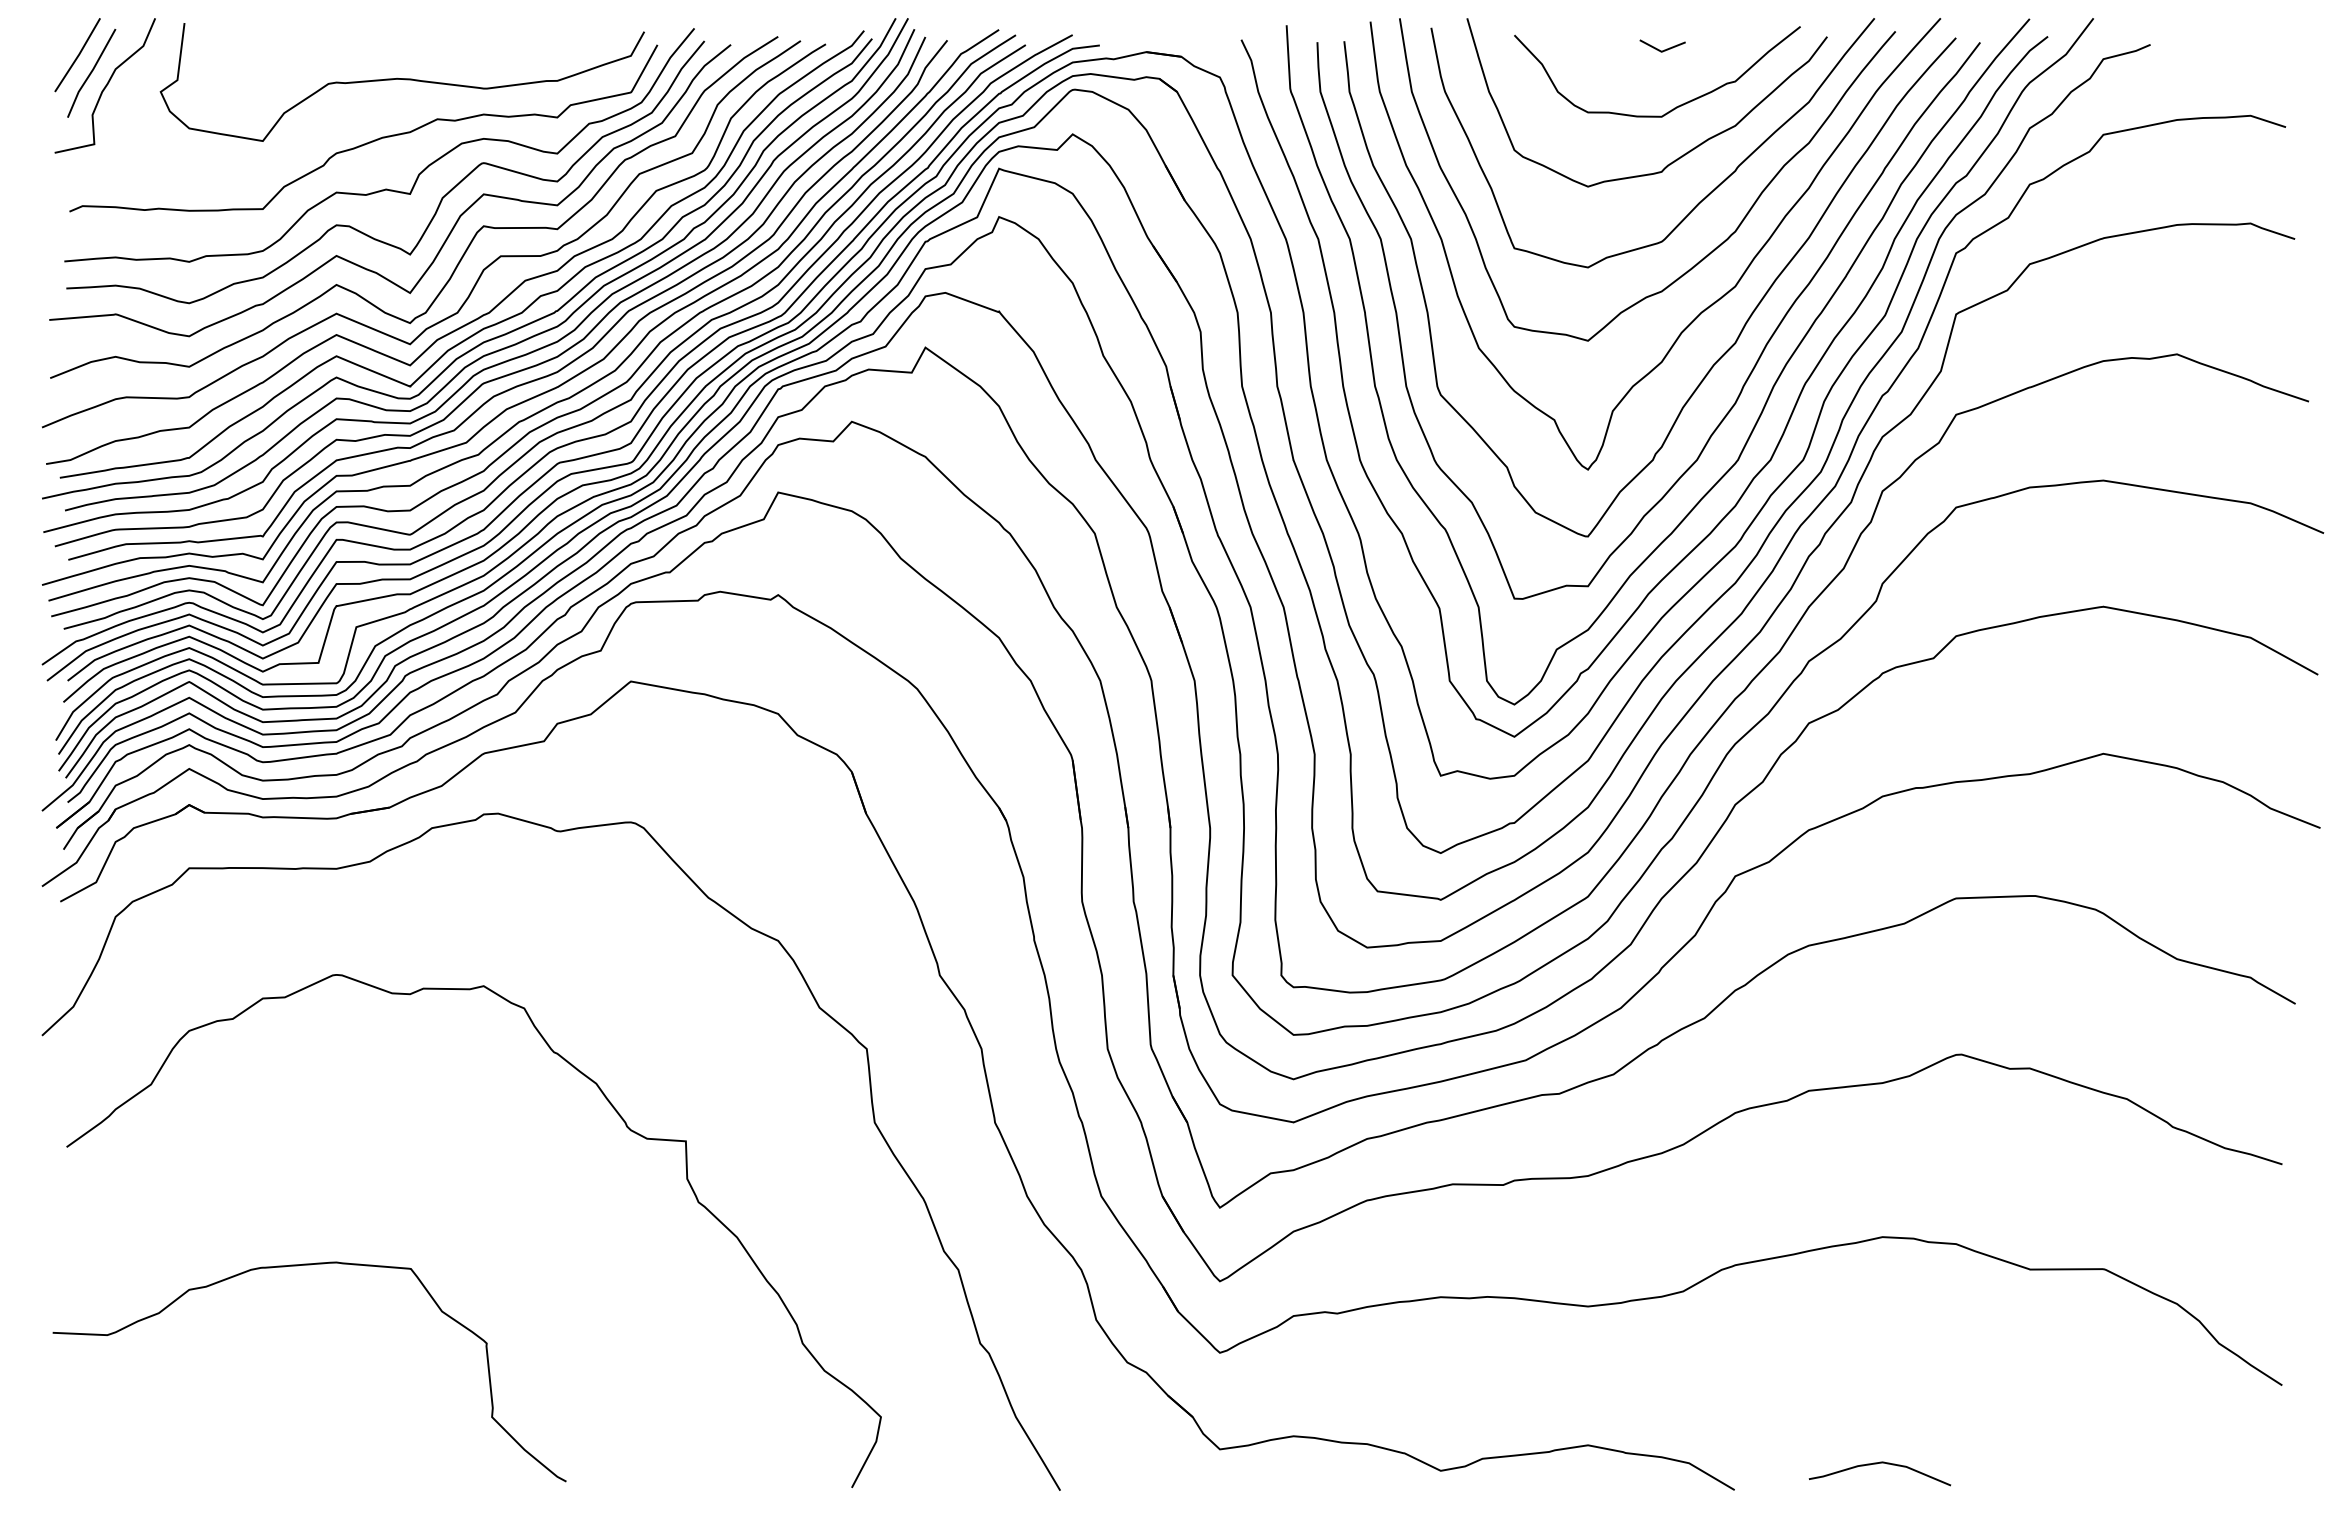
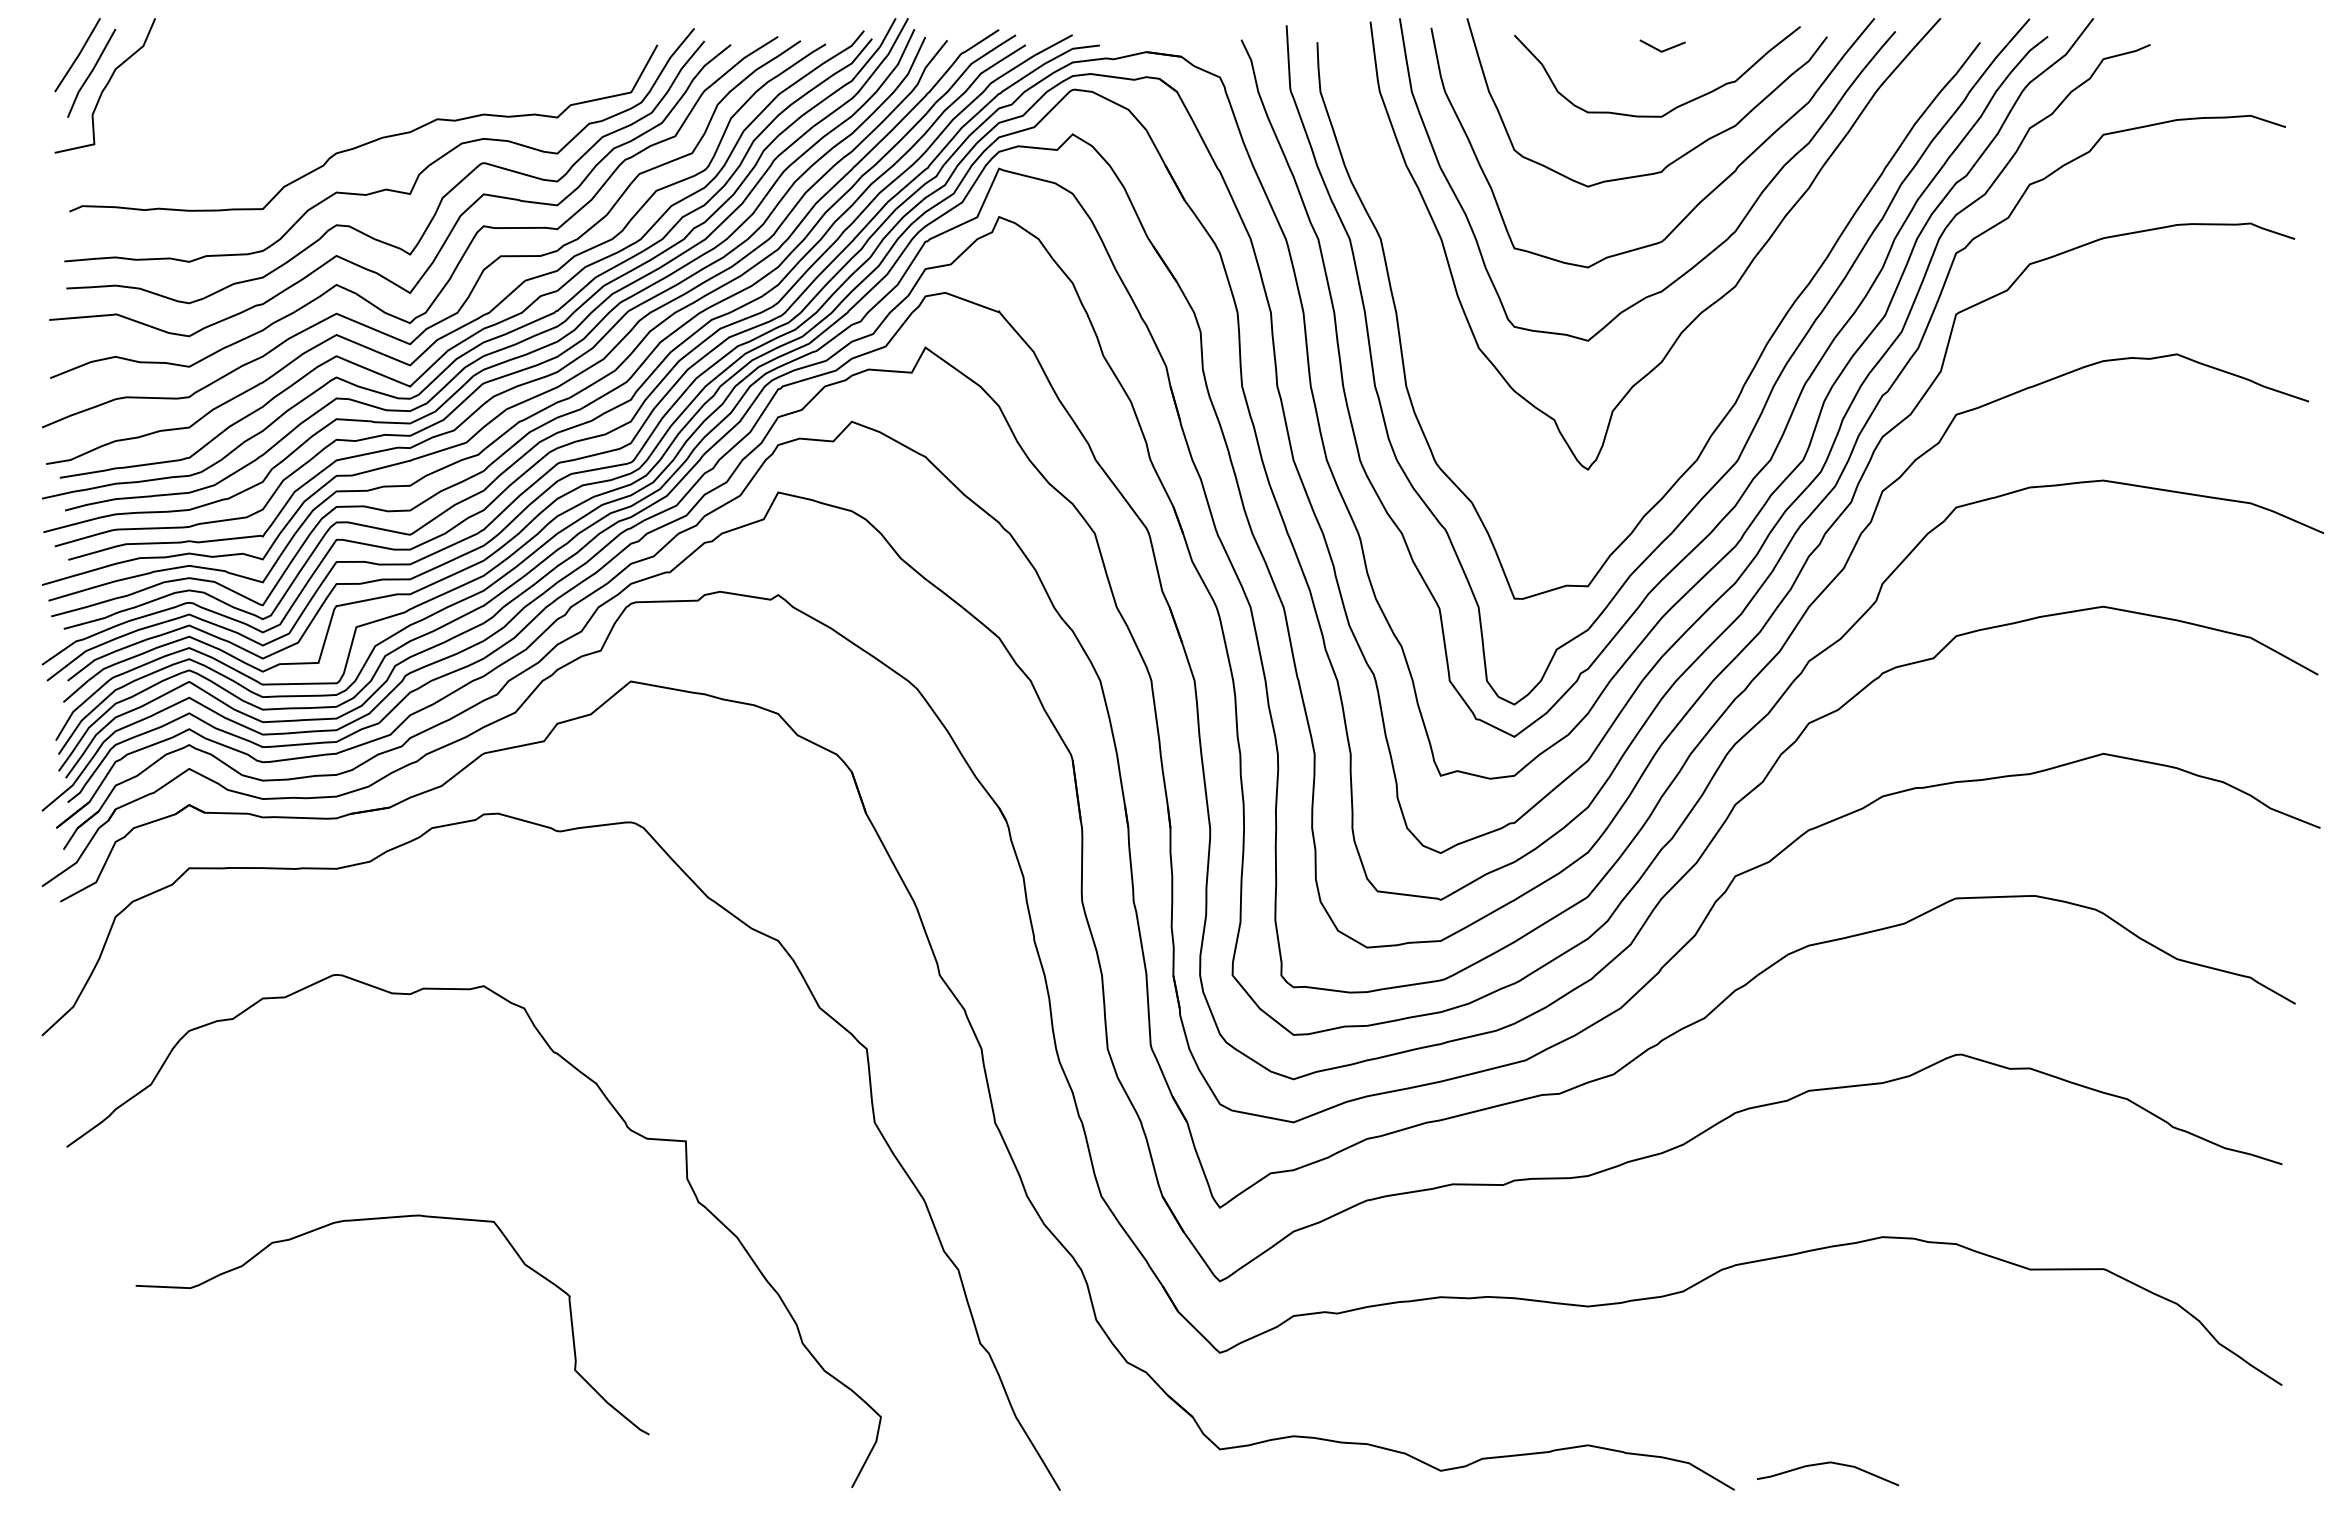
curve at (401, 79): present -> none
curve at (1719, 357): present -> none
curve at (298, 1266) position: (298, 1266) -> (381, 1219)
curve at (1877, 1464) position: (1877, 1464) -> (1825, 1464)
